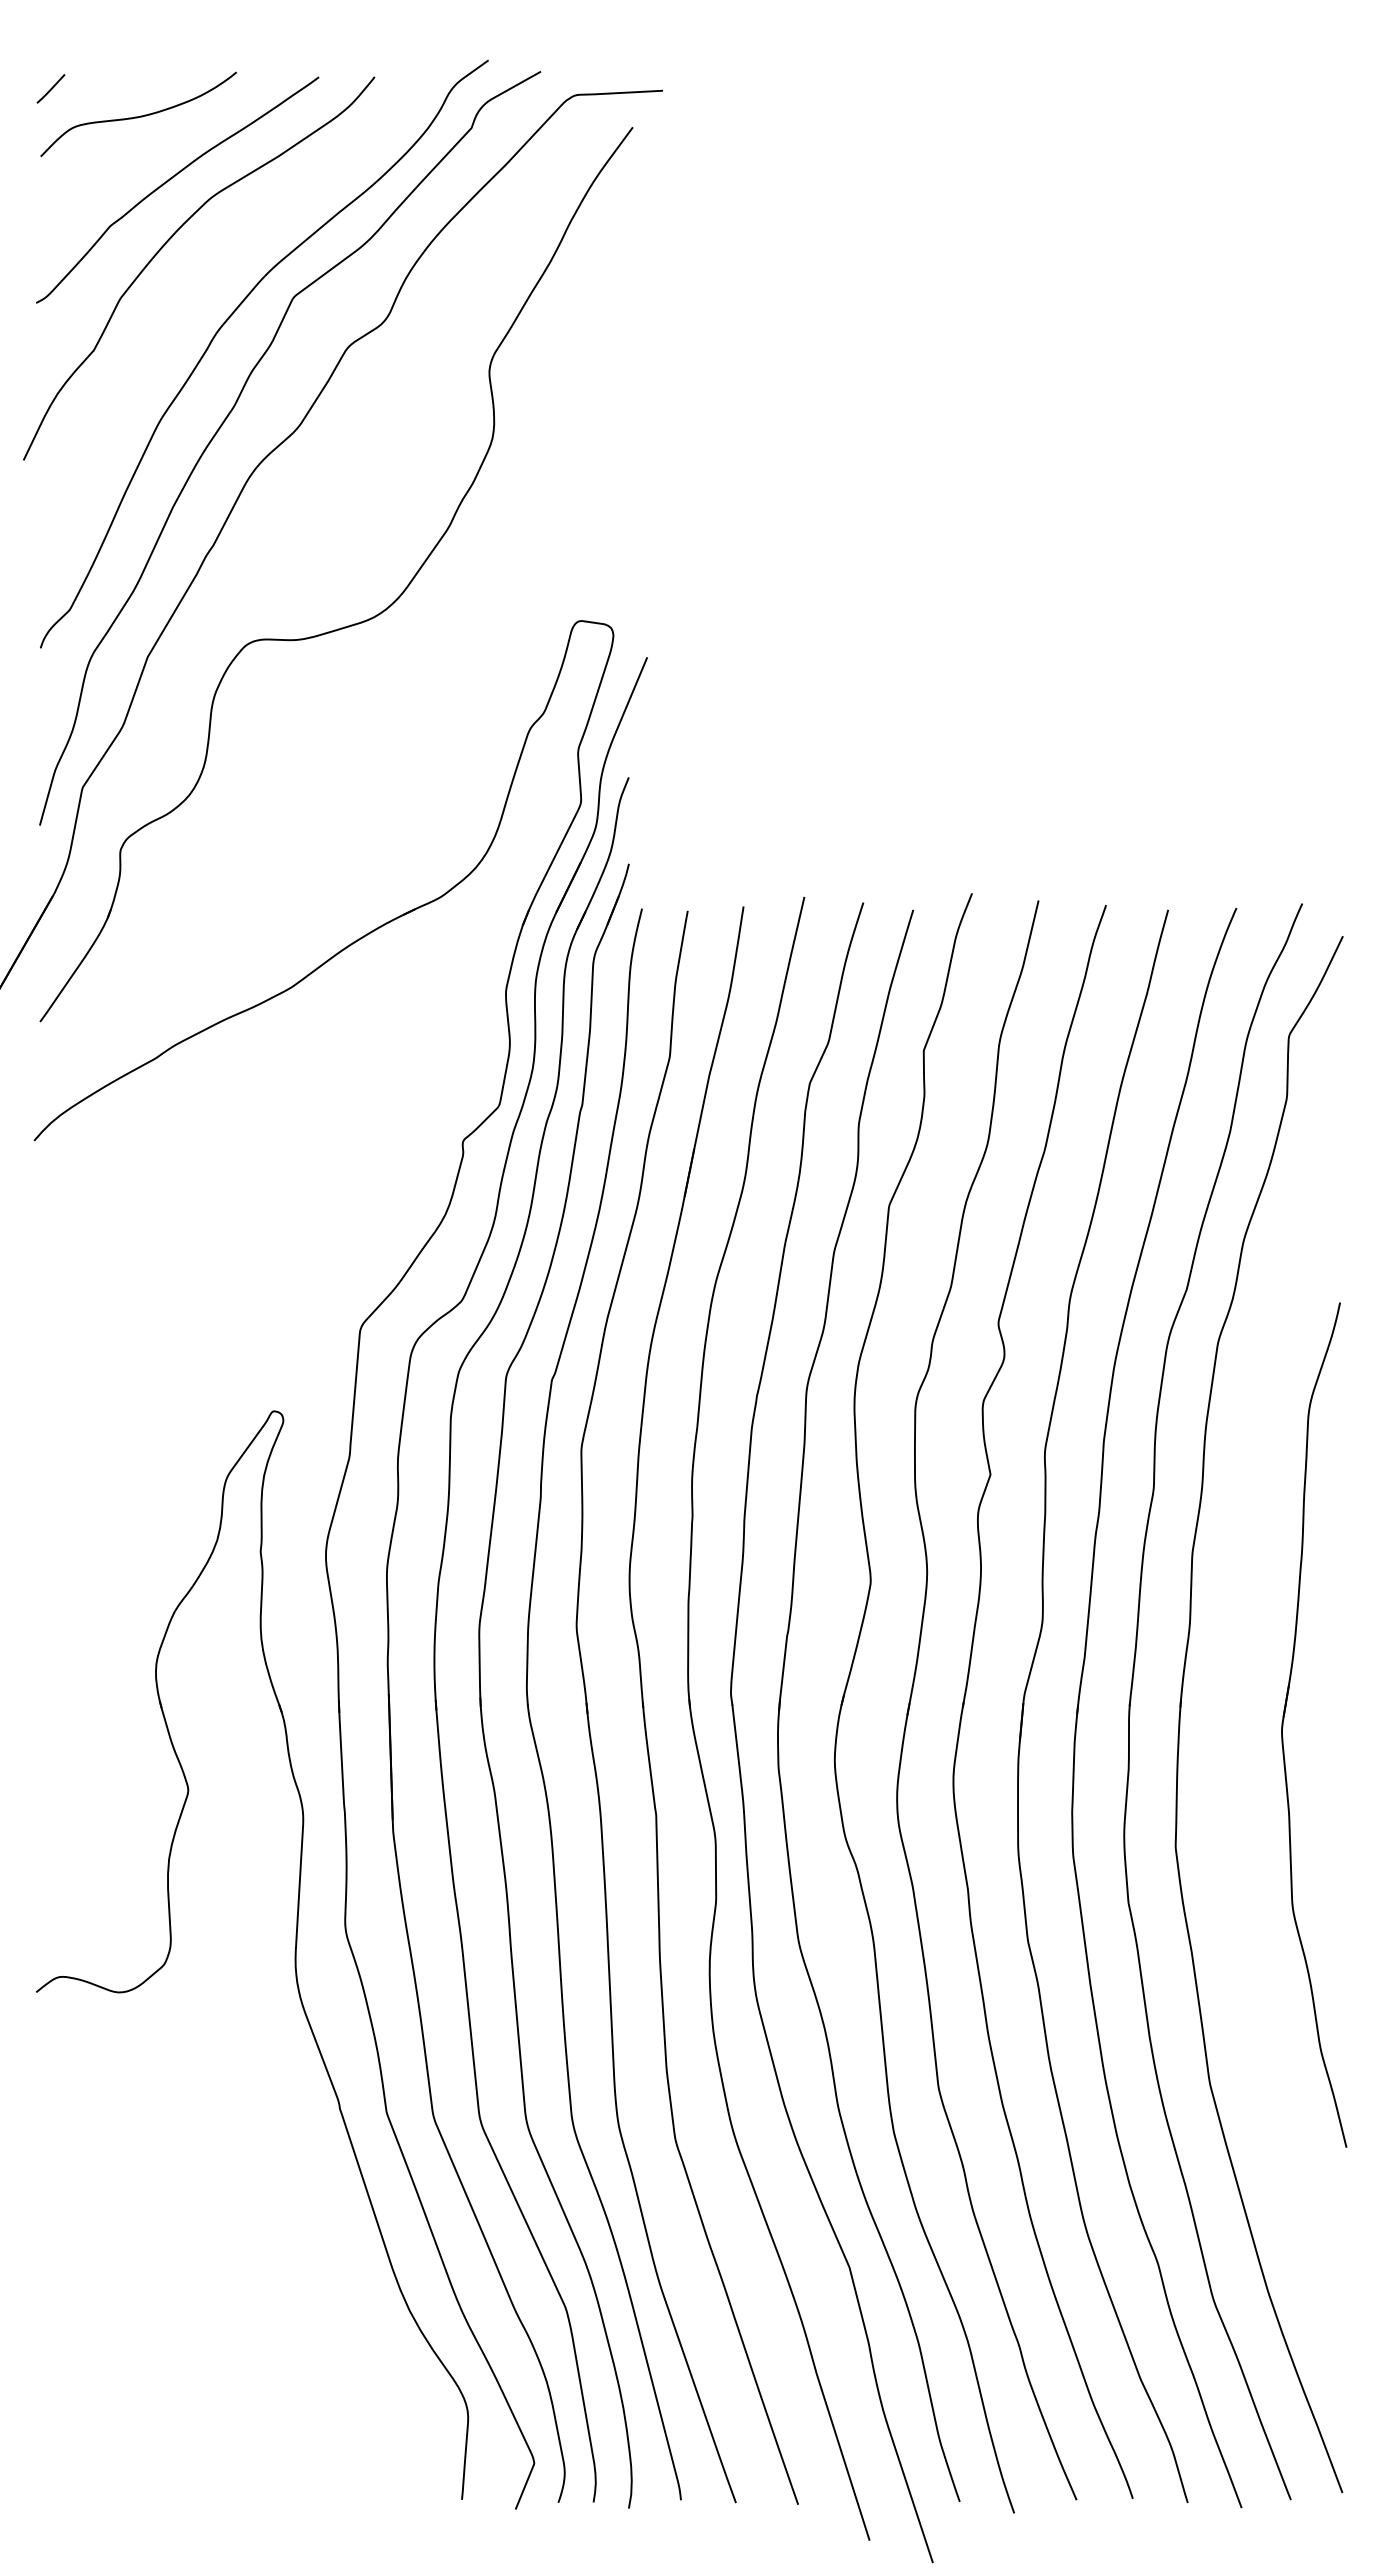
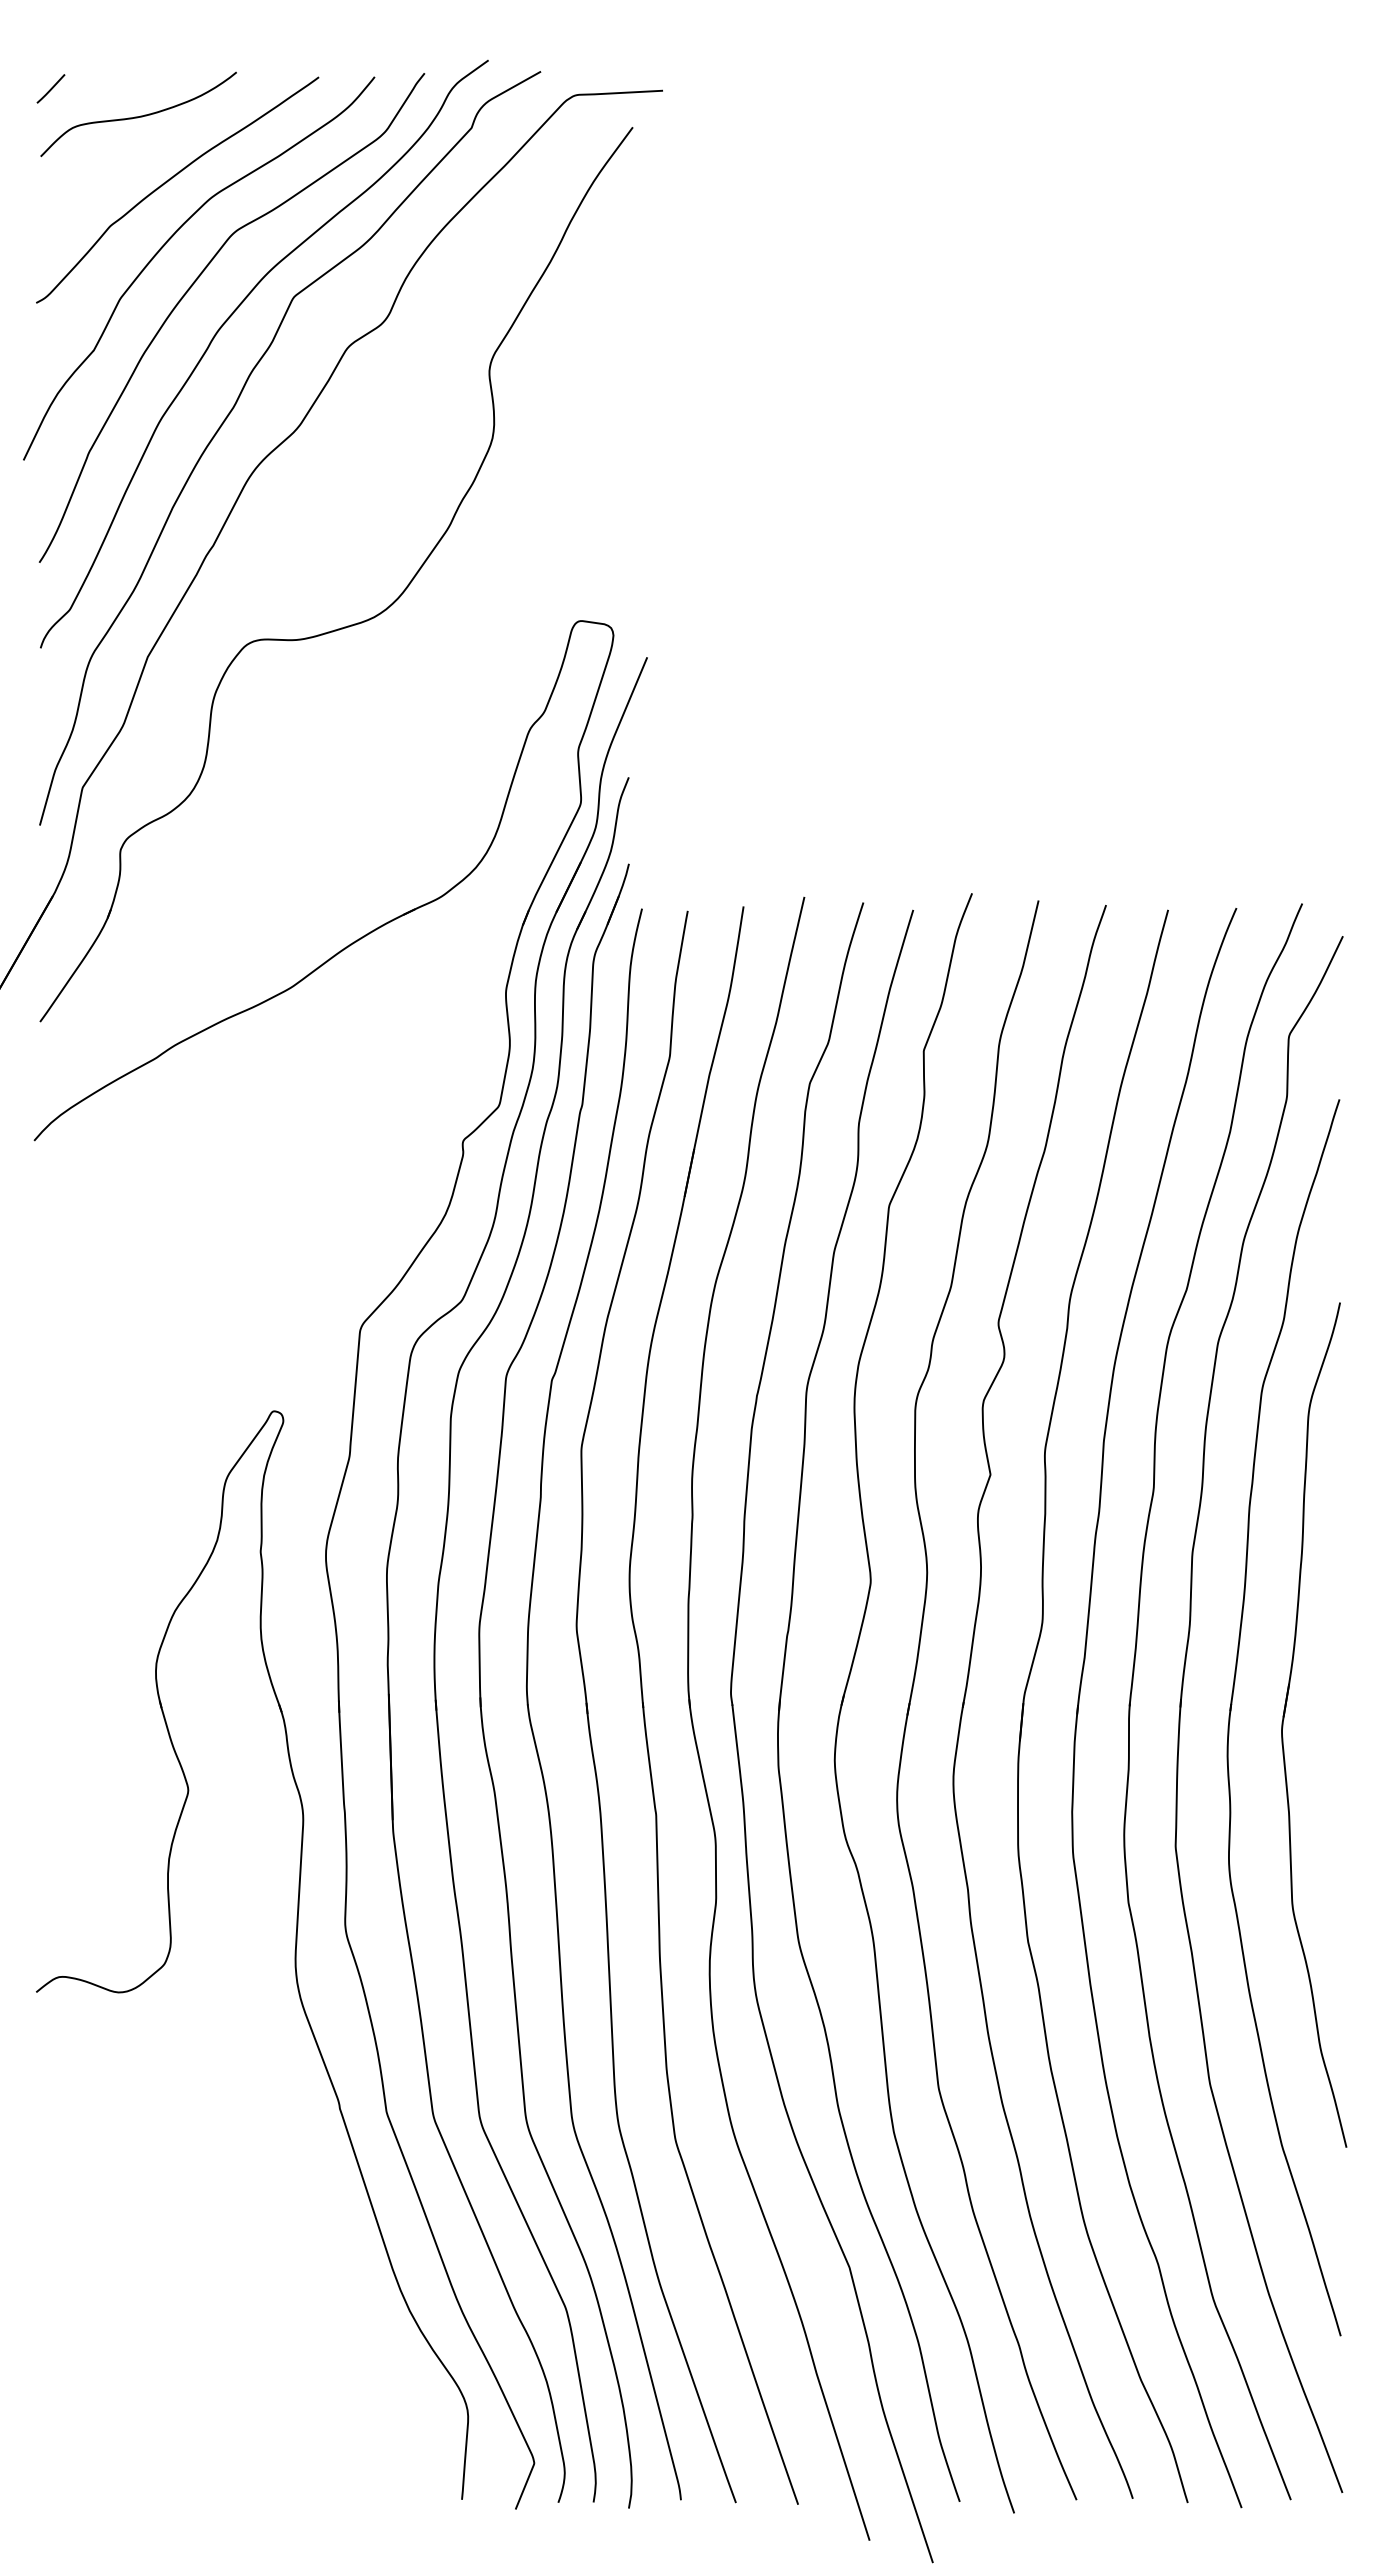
curve at (193, 285): none -> present
part at (1231, 1712): none -> present
